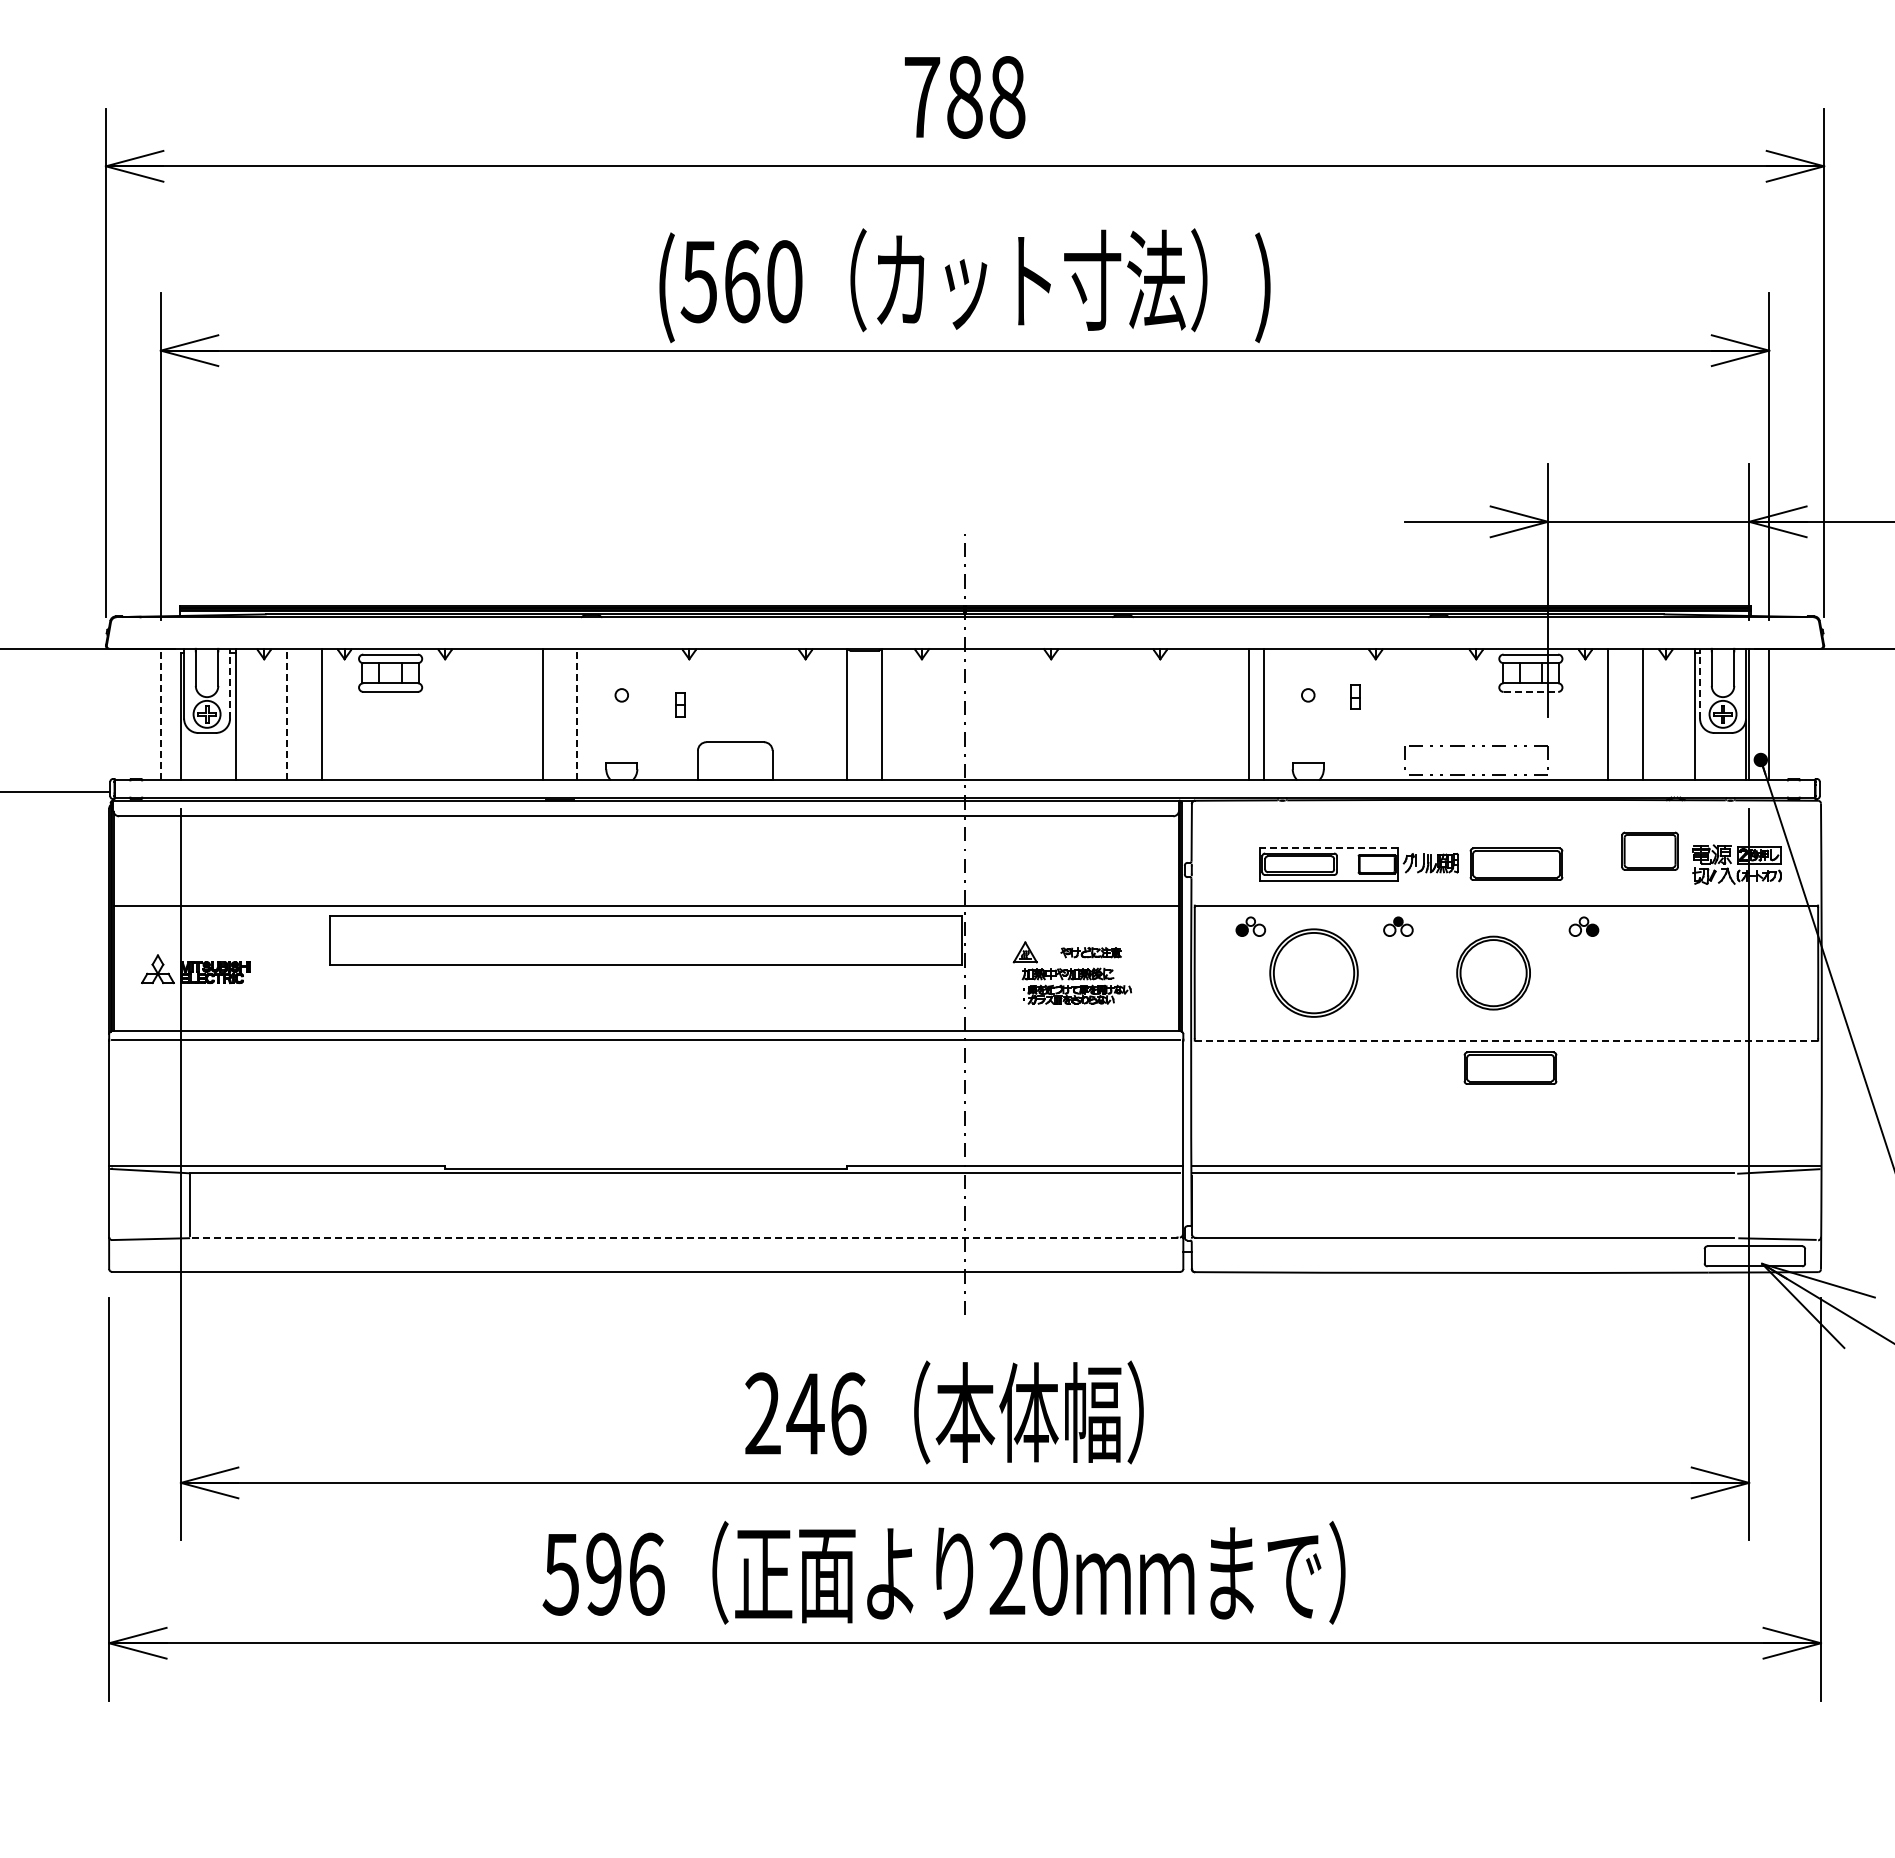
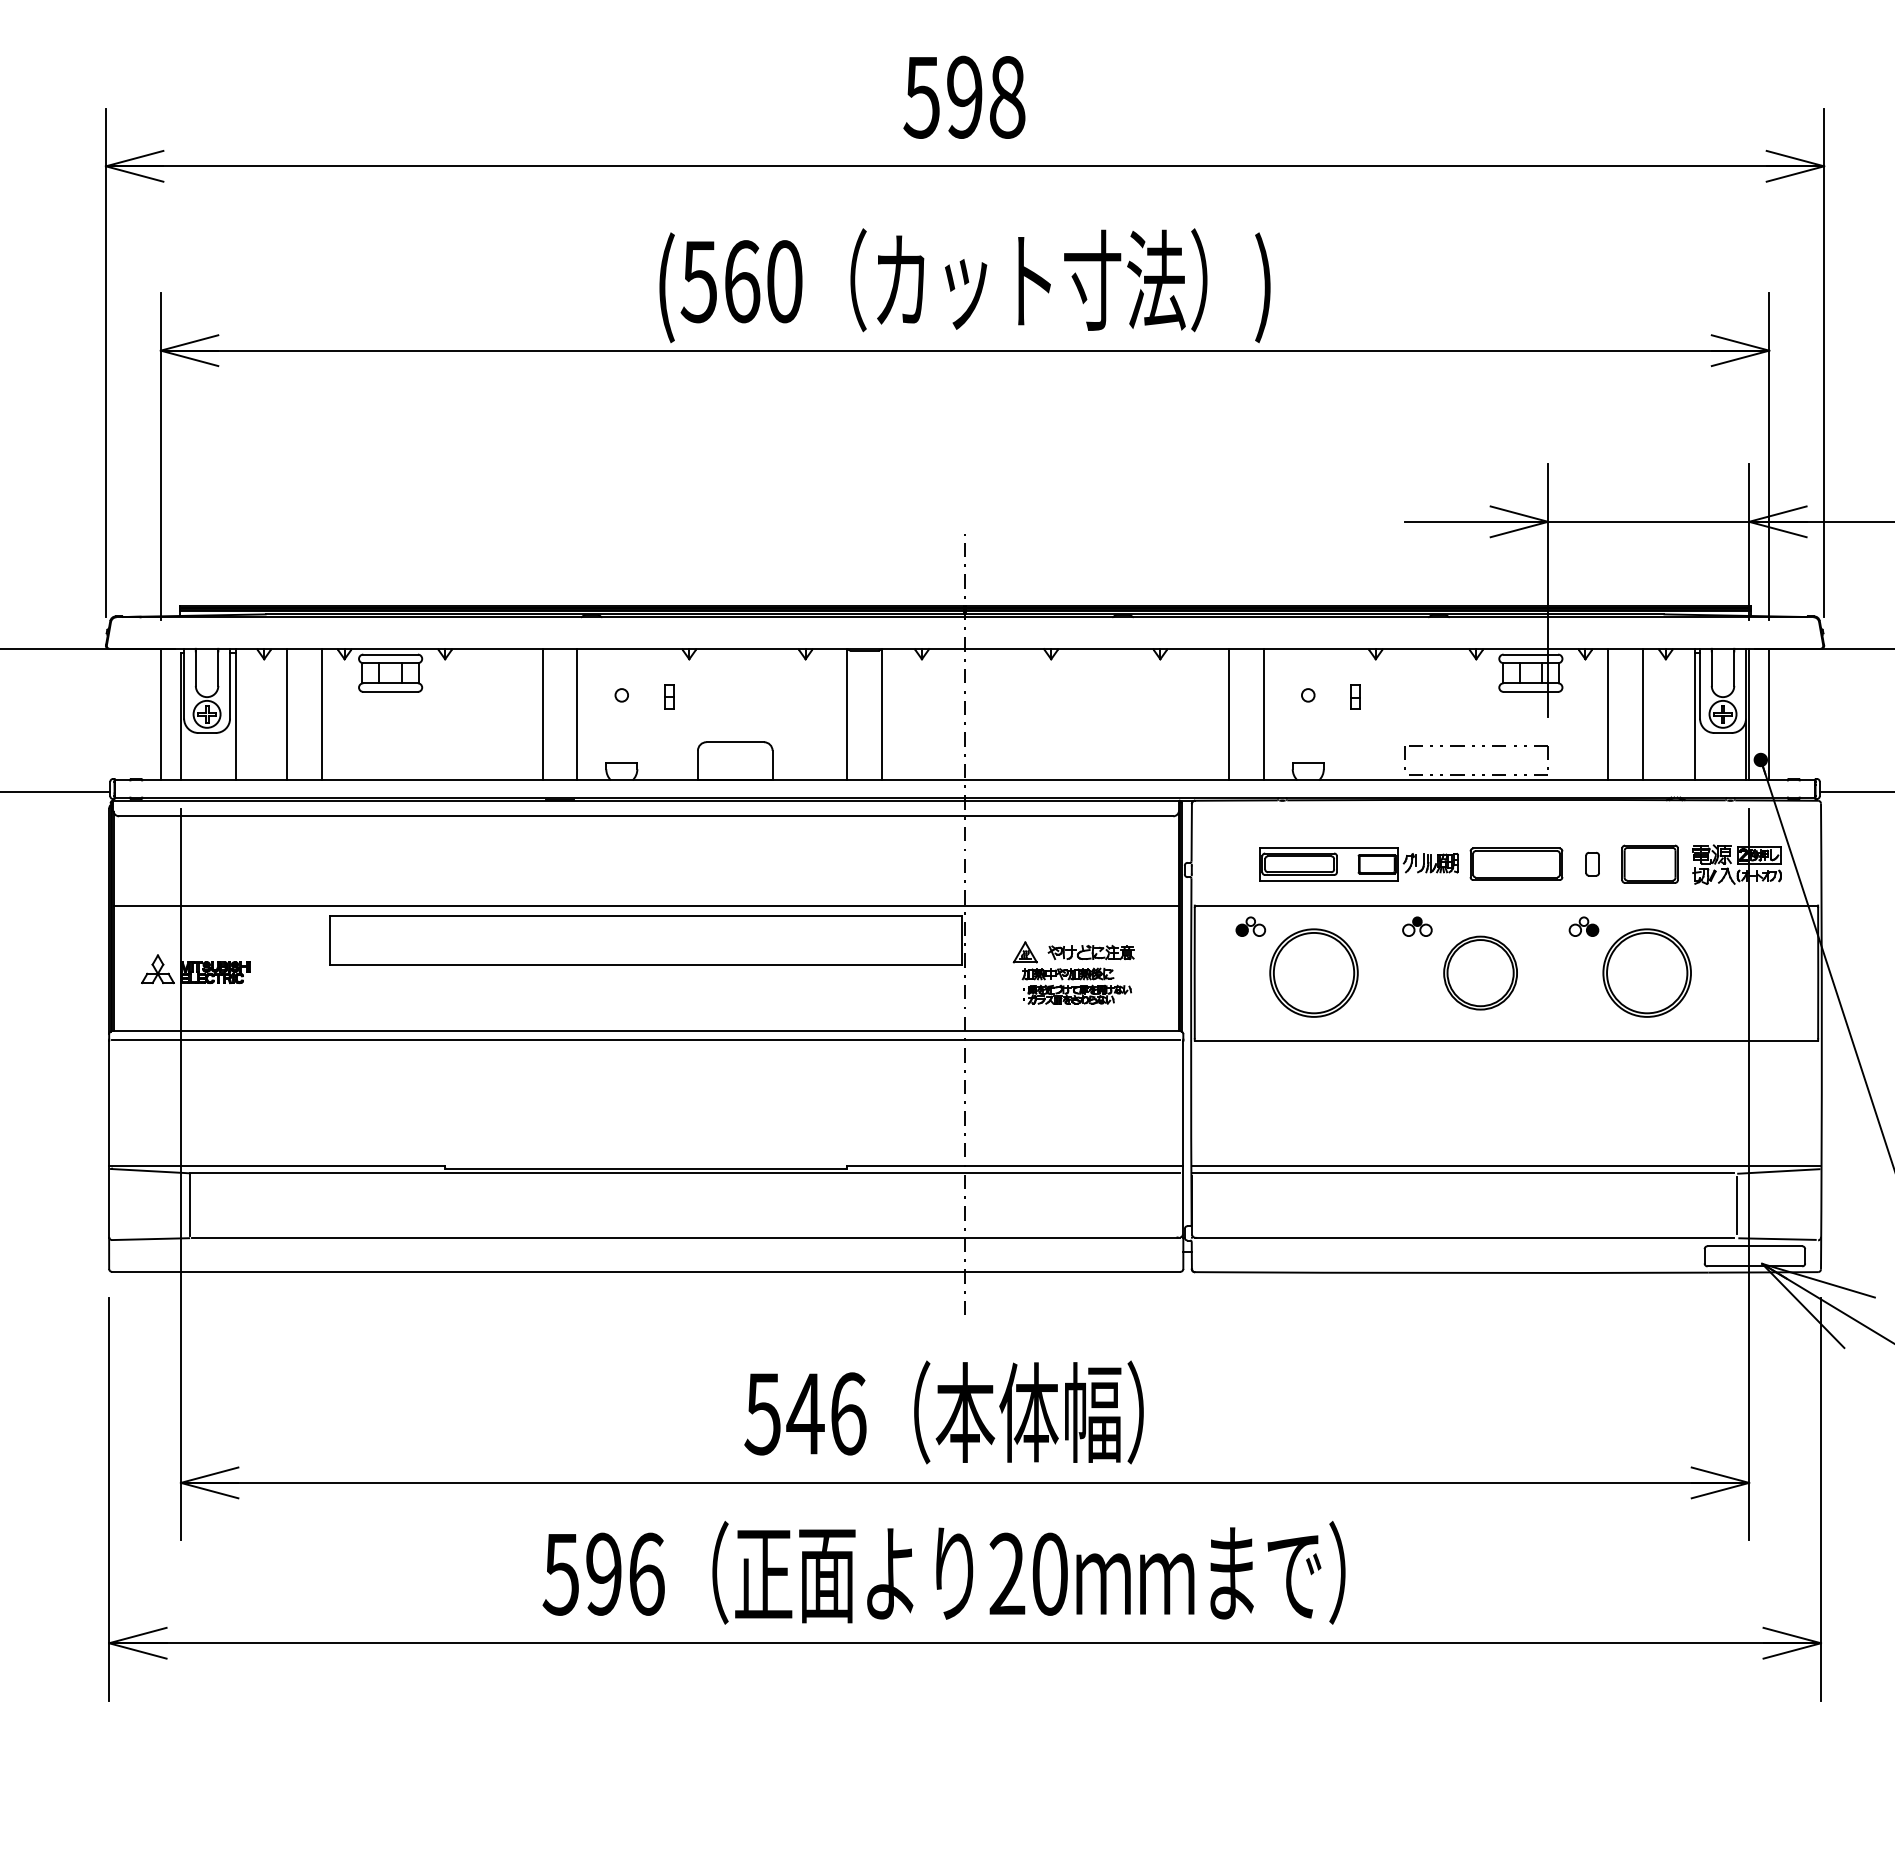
text at (942, 96): 788 -> 598
line at (230, 683): dashed -> solid
line at (1700, 683): dashed -> solid
line at (1531, 691): dashed -> solid
part at (680, 704) position: (680, 704) -> (669, 696)
line at (160, 714): dashed -> solid
line at (287, 714): dashed -> solid
line at (577, 714): dashed -> solid
line at (1249, 714) position: (1249, 714) -> (1229, 714)
line at (1855, 792): none -> present
line at (1329, 847): dashed -> solid
part at (1649, 850) position: (1649, 850) -> (1649, 863)
part at (1592, 863): none -> present
part at (1398, 926) position: (1398, 926) -> (1417, 926)
part at (1090, 952) size: 62x12 px -> 88x16 px
part at (1493, 972) position: (1493, 972) -> (1480, 972)
part at (1646, 972): none -> present
line at (1506, 1040): dashed -> solid
part at (1510, 1067): present -> none
line at (1737, 1205): none -> present
line at (686, 1237): dashed -> solid
text at (762, 1413): 246 -> 546
